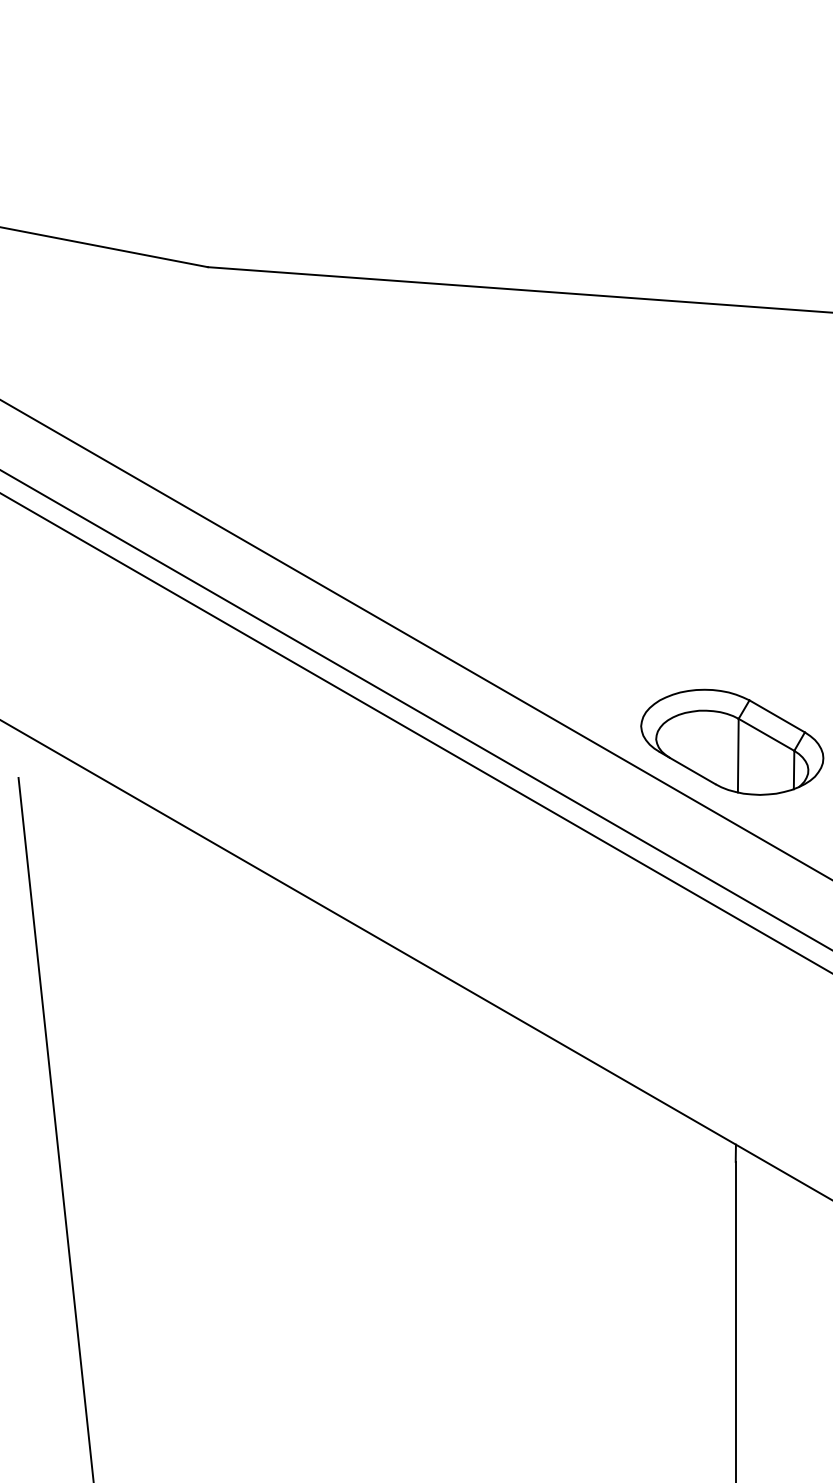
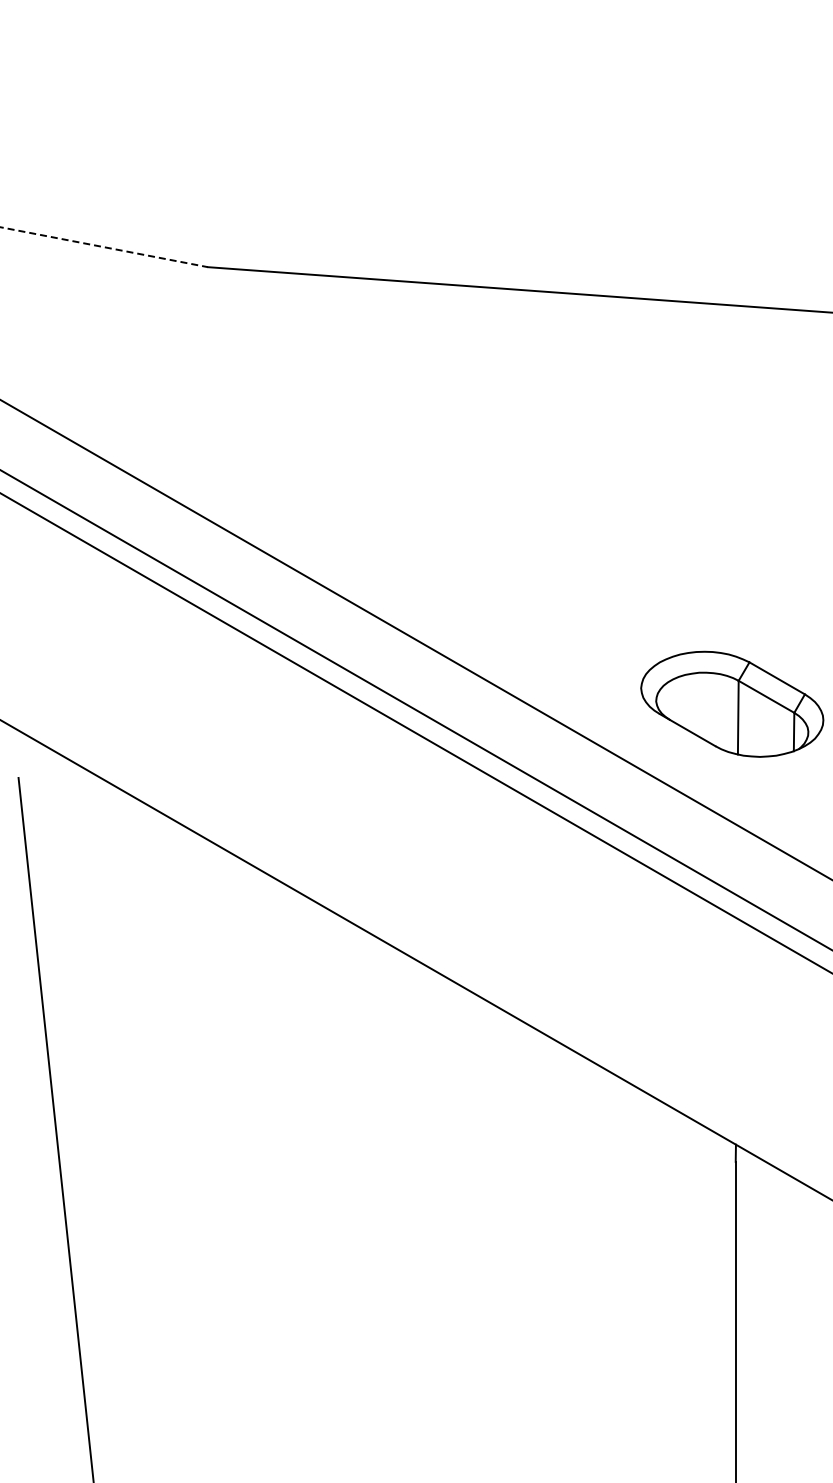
line at (104, 247): solid -> dashed
part at (732, 741) position: (732, 741) -> (732, 703)
